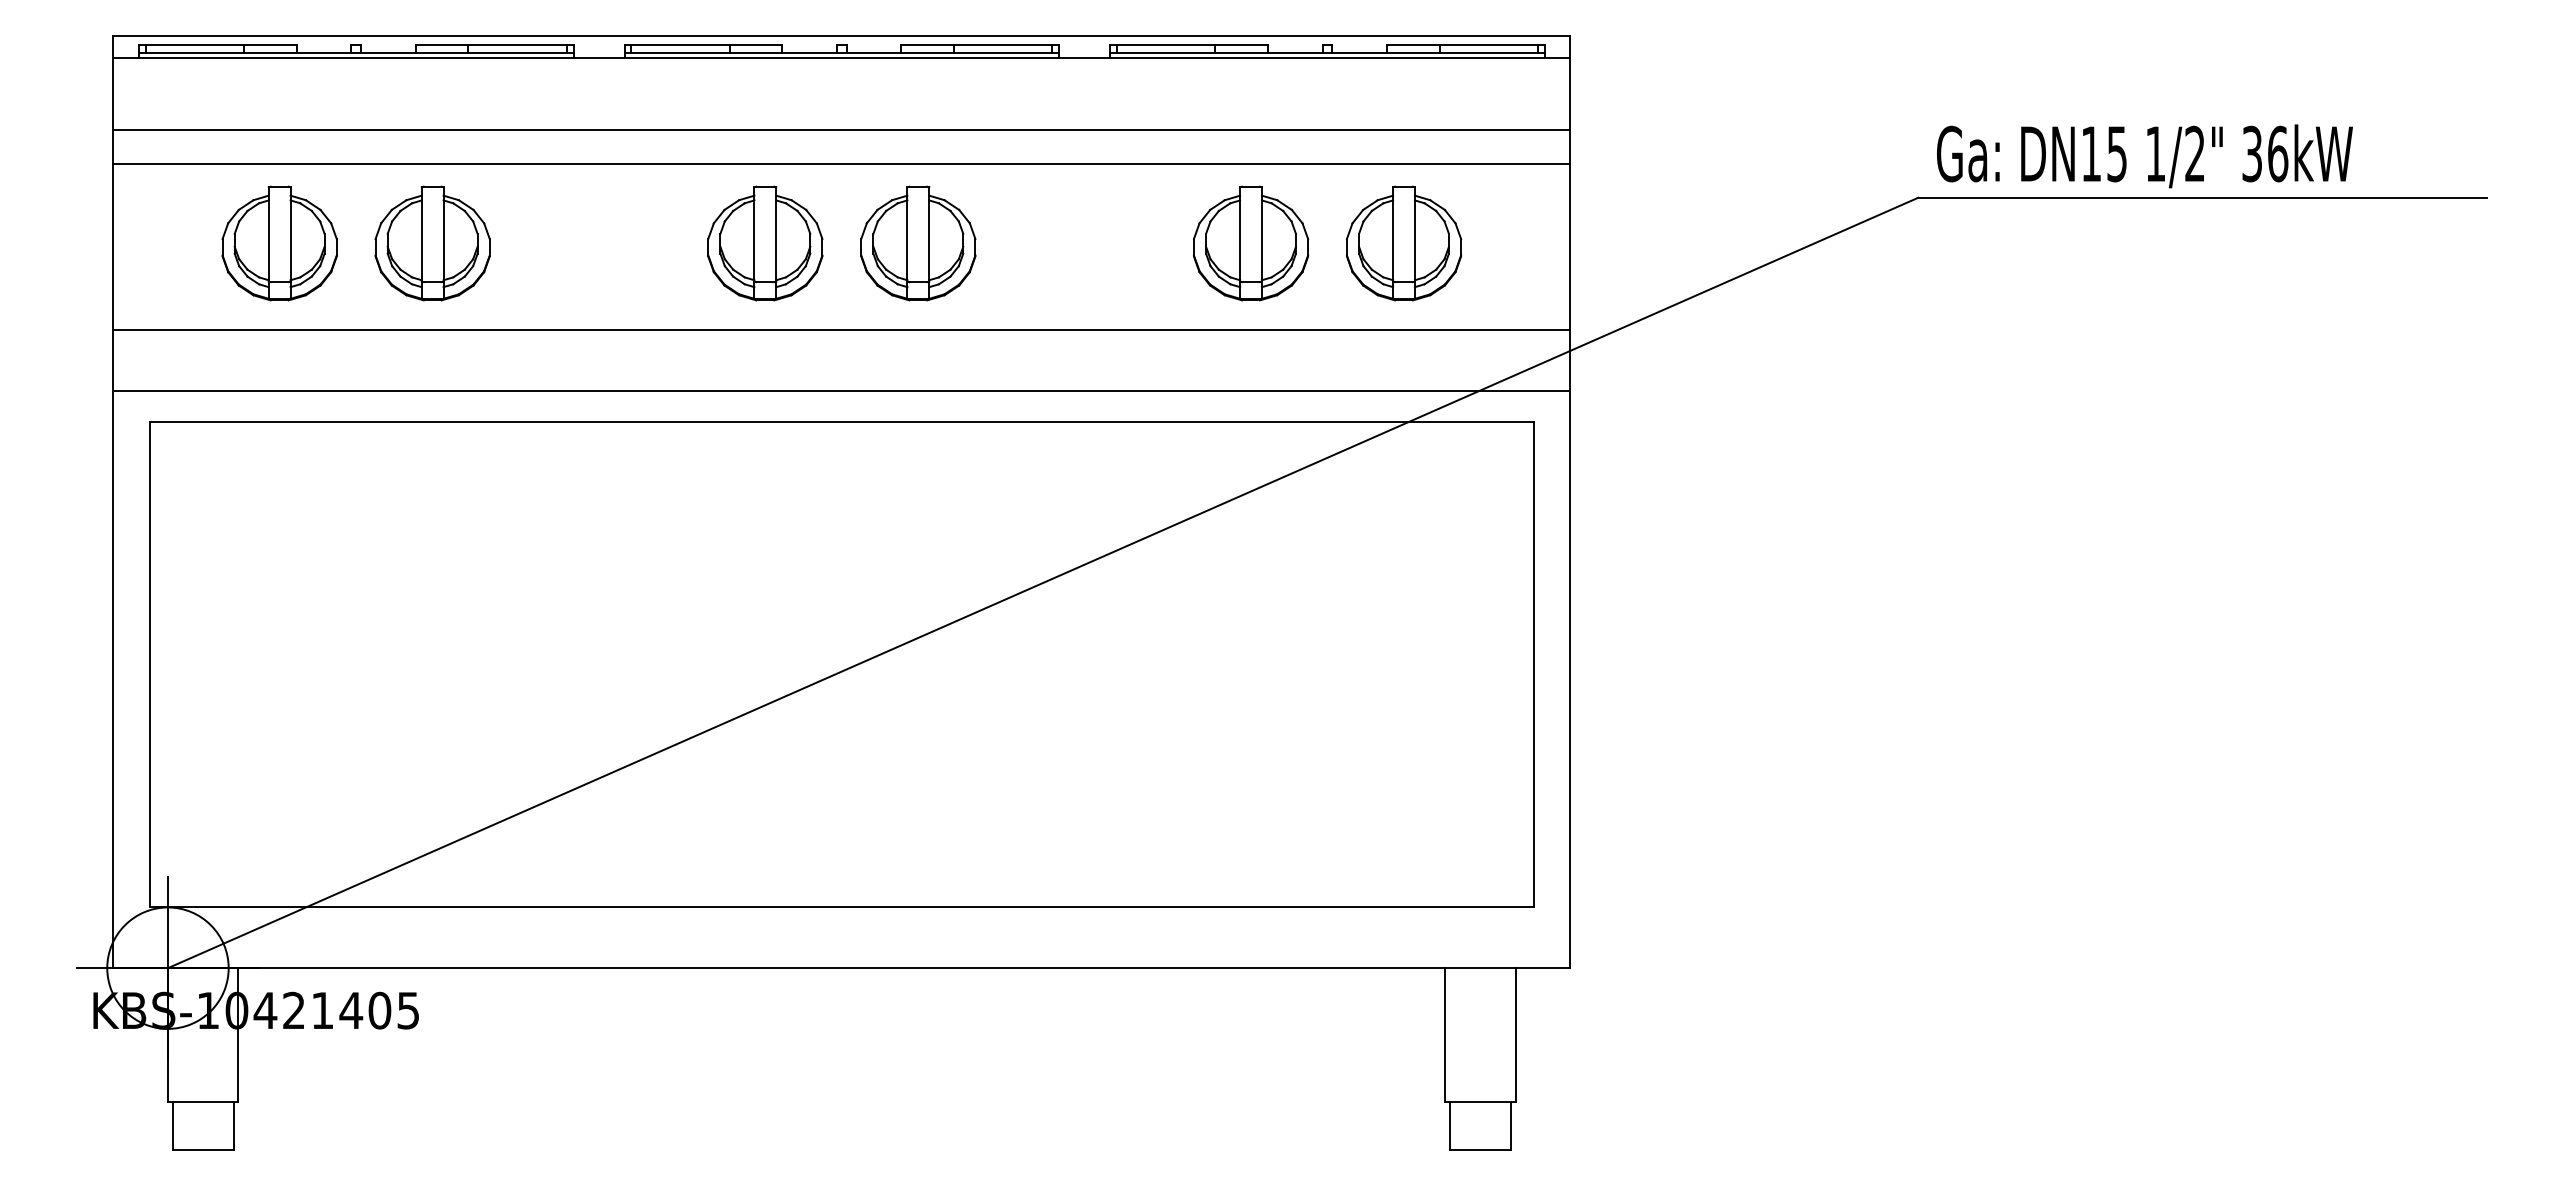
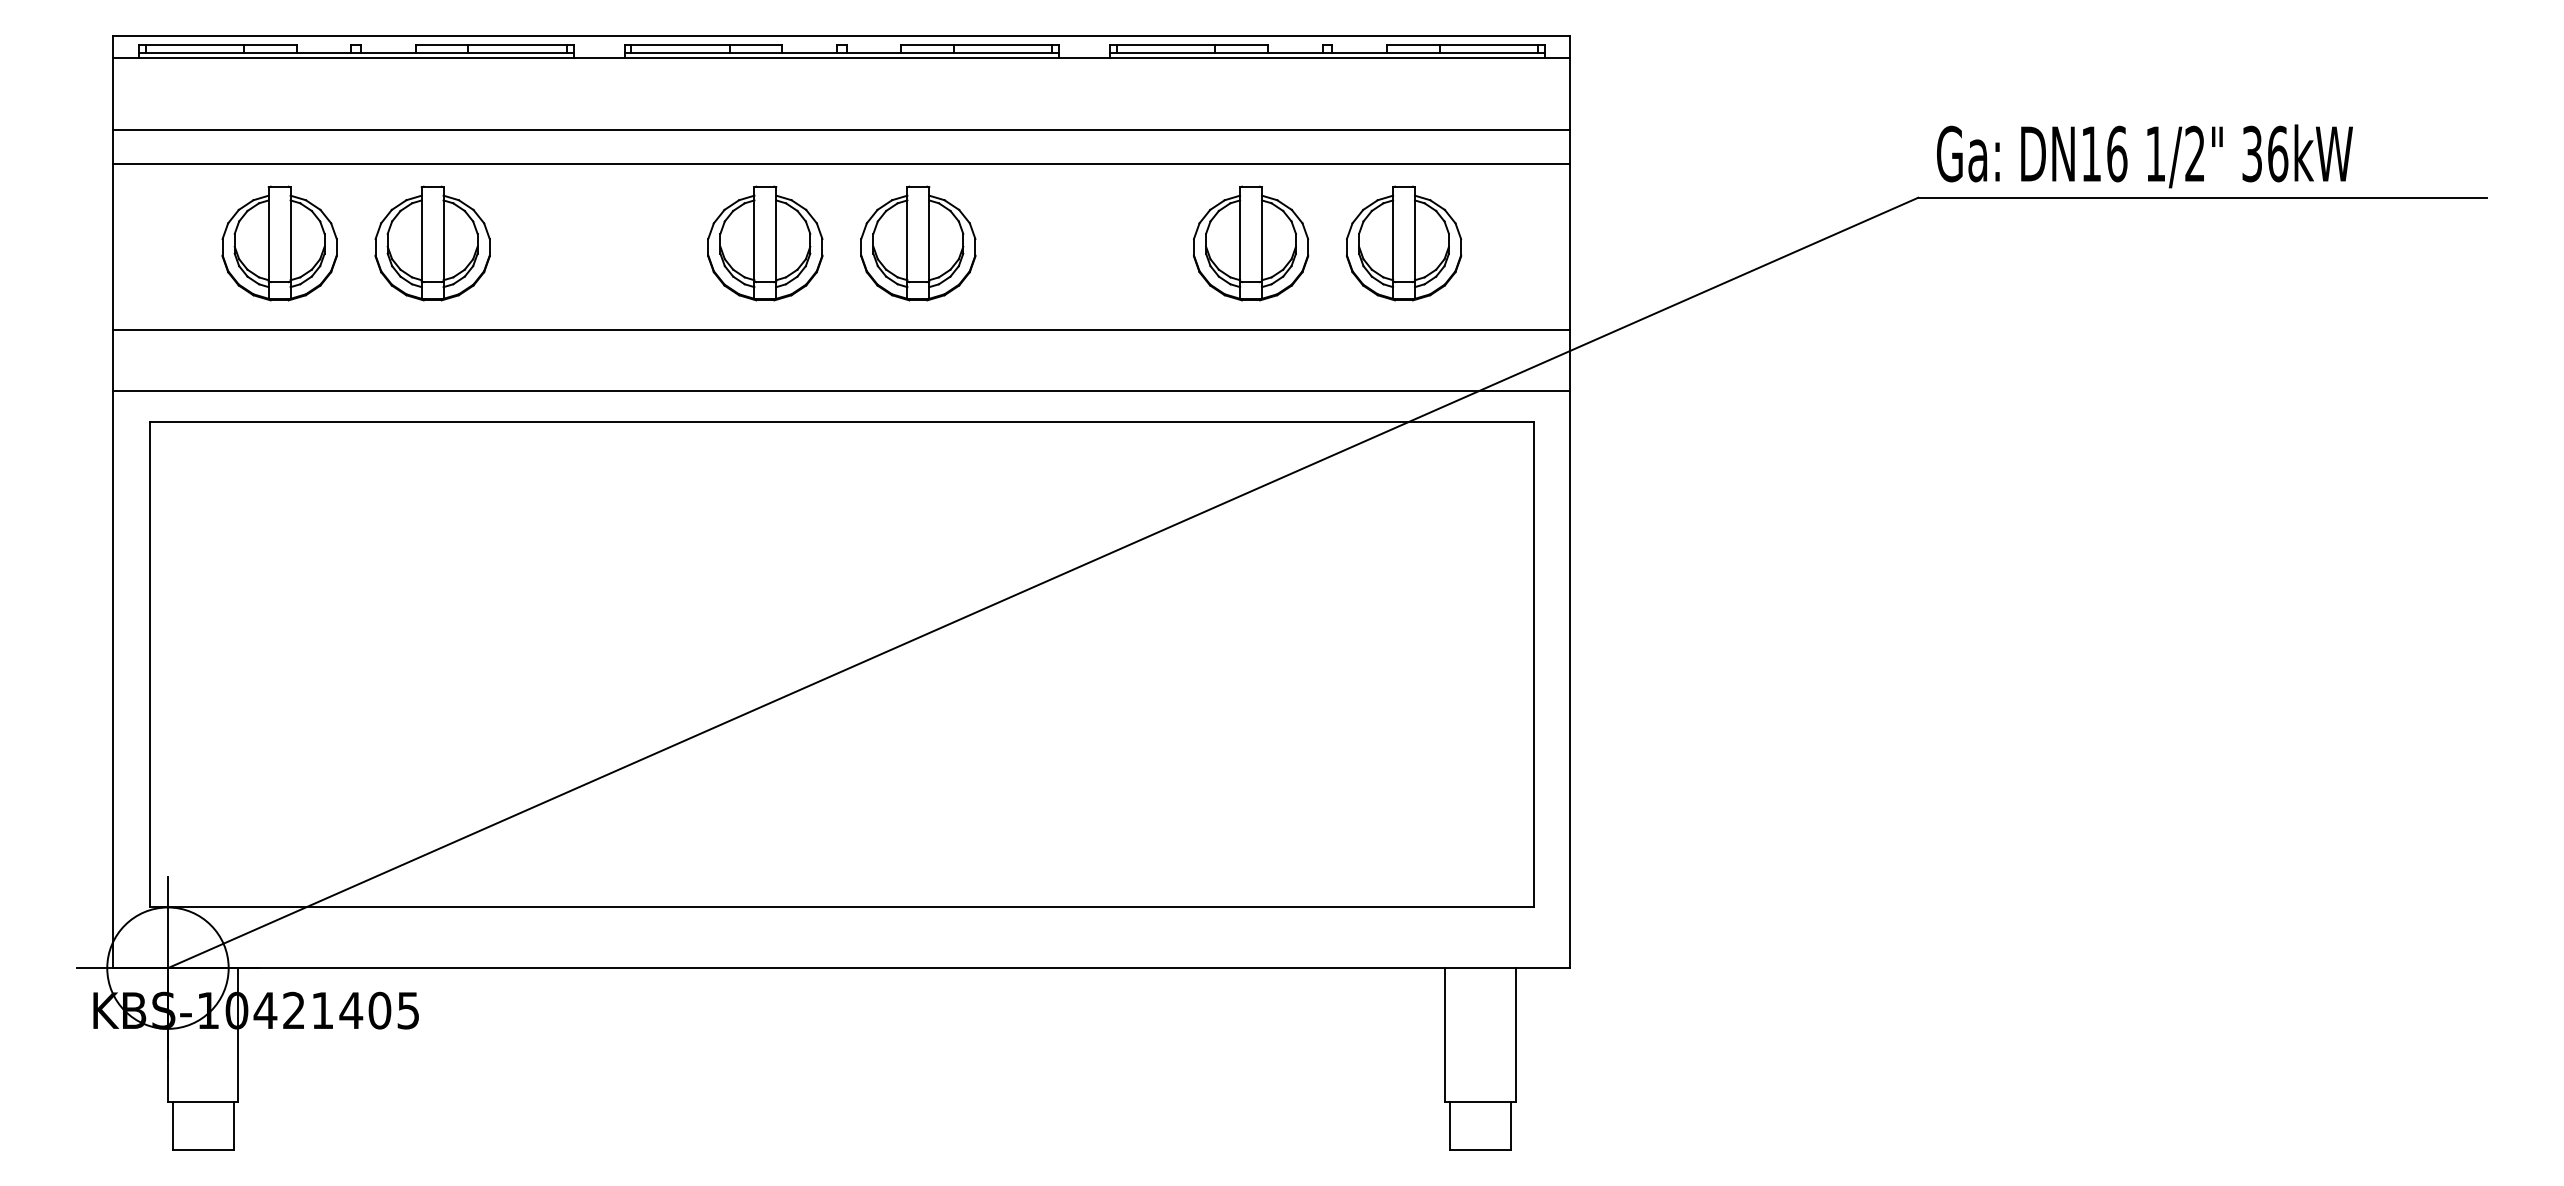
text at (2117, 153): DN15 -> DN16
